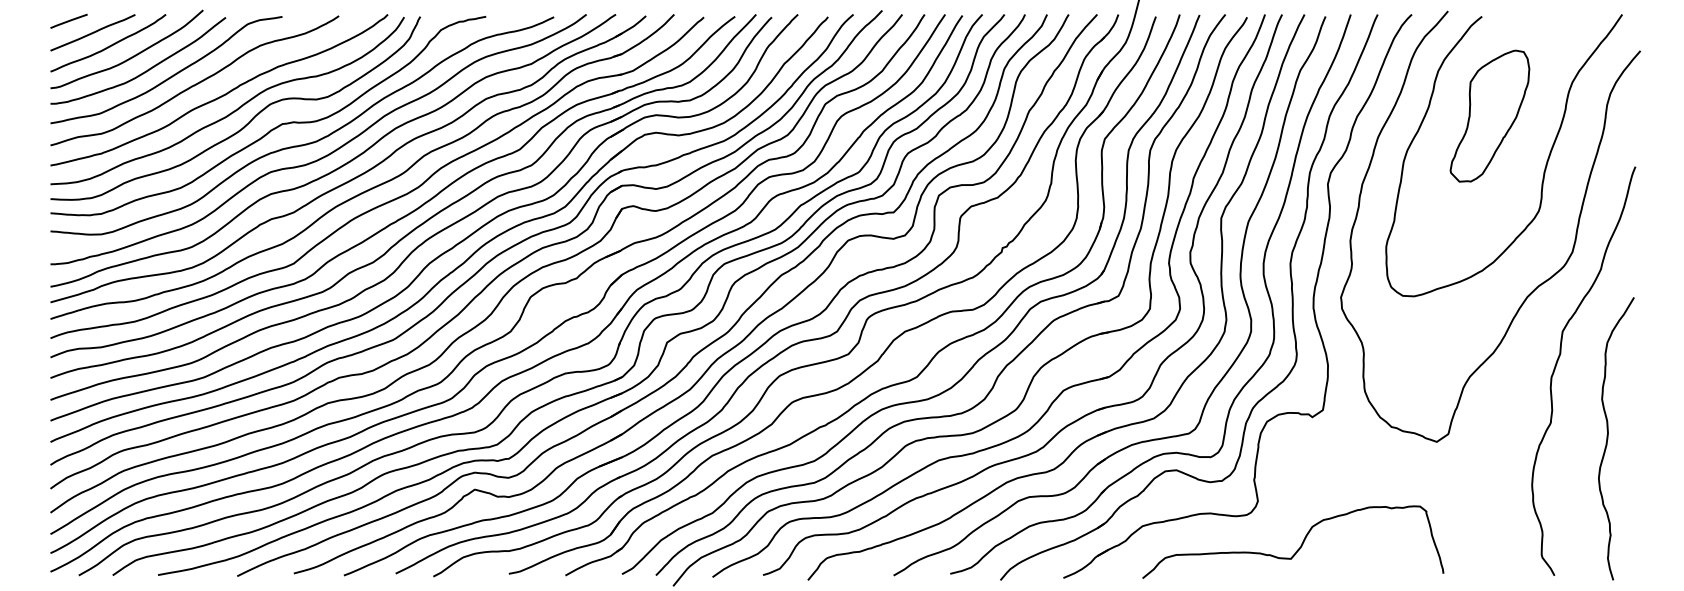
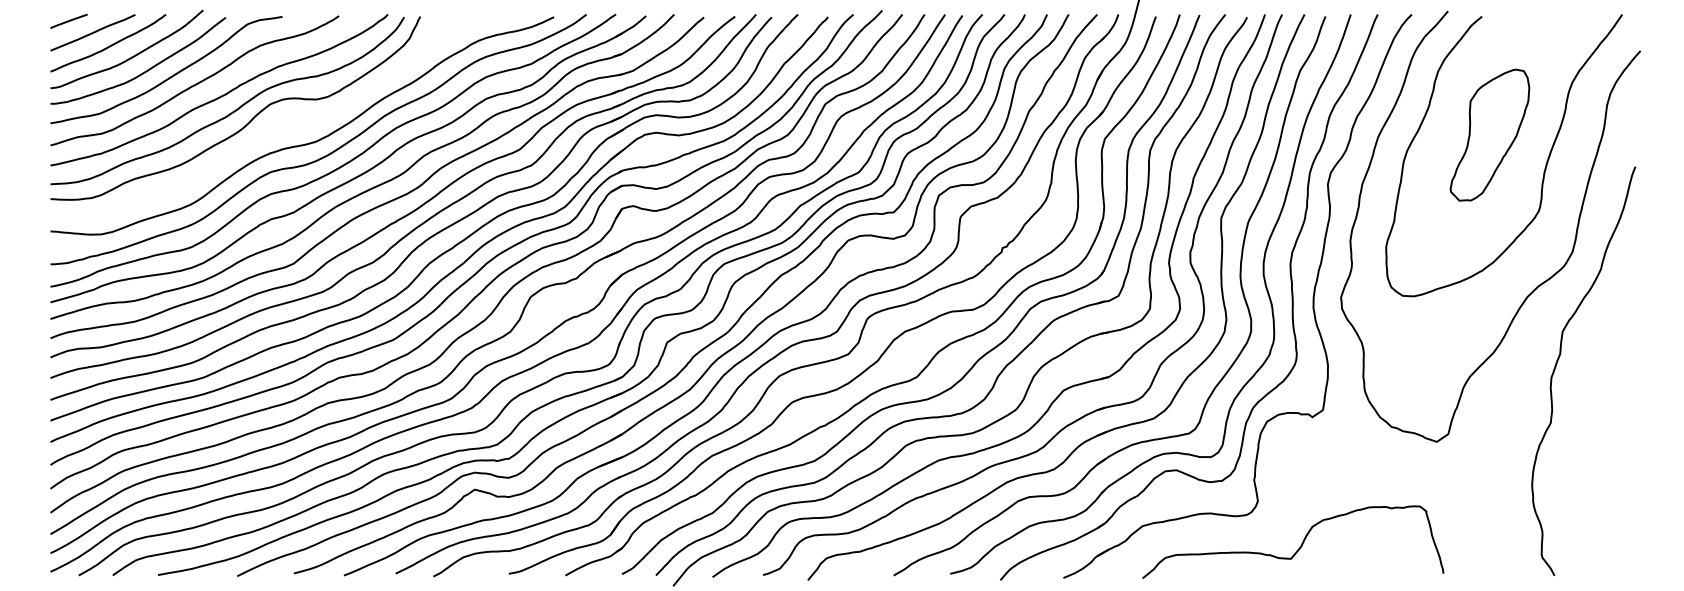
part at (1489, 115) position: (1489, 115) -> (1489, 134)
curve at (274, 127): present -> none
curve at (1608, 438): present -> none
